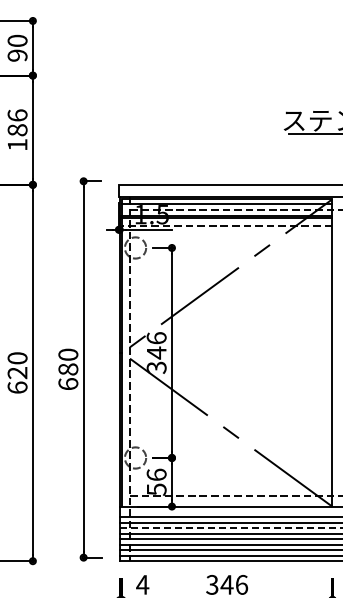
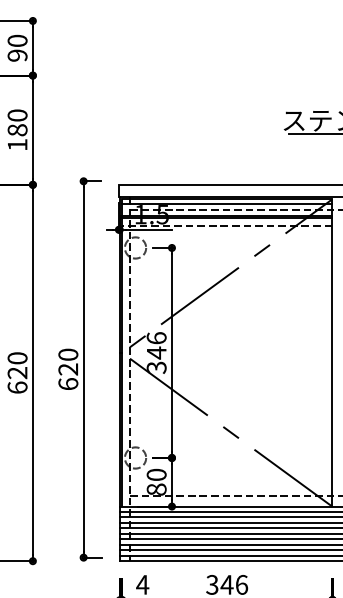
text at (17, 115): 186 -> 180
text at (68, 369): 680 -> 620
text at (156, 481): 56 -> 80
line at (229, 512): none -> present
line at (231, 528): dashed -> solid
